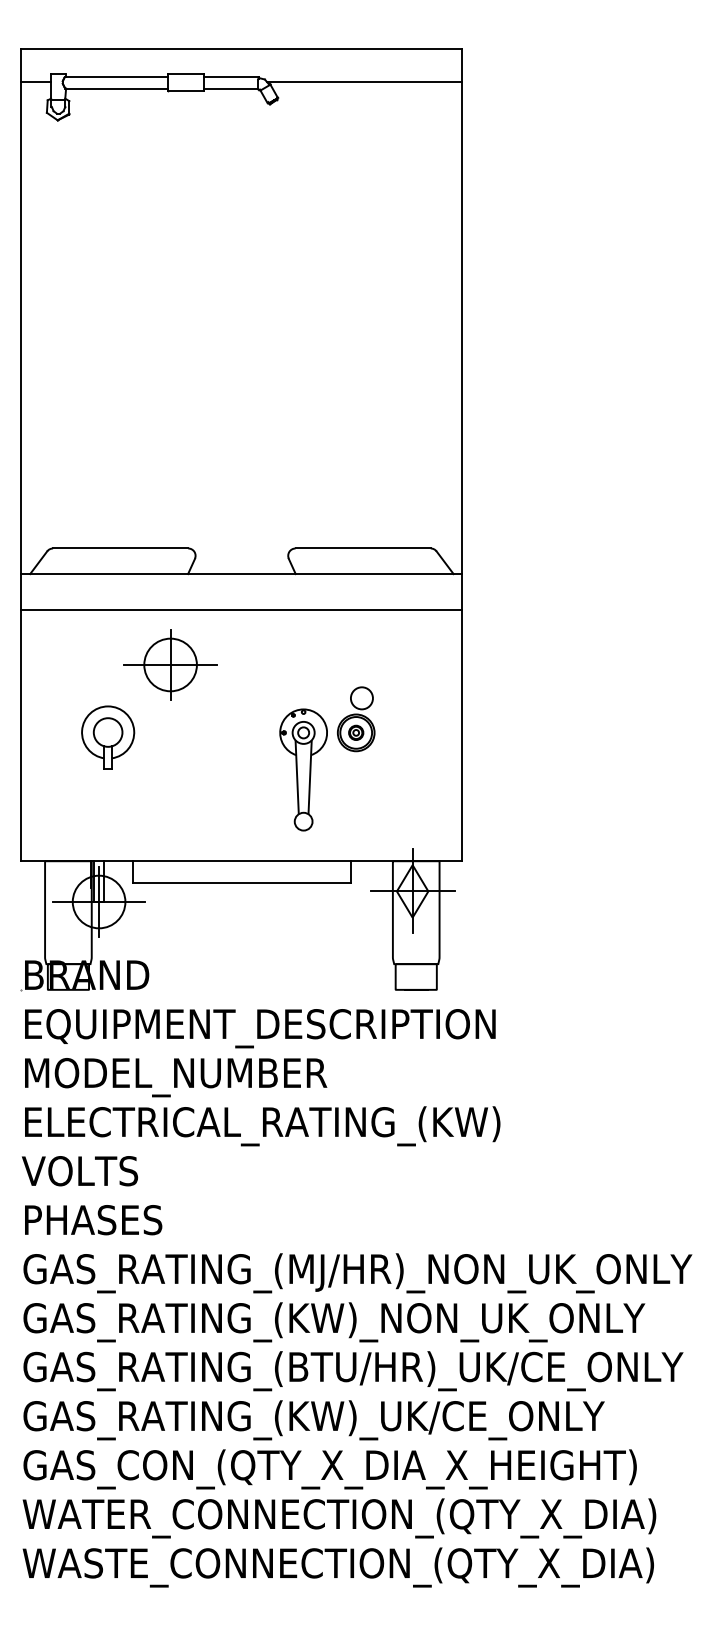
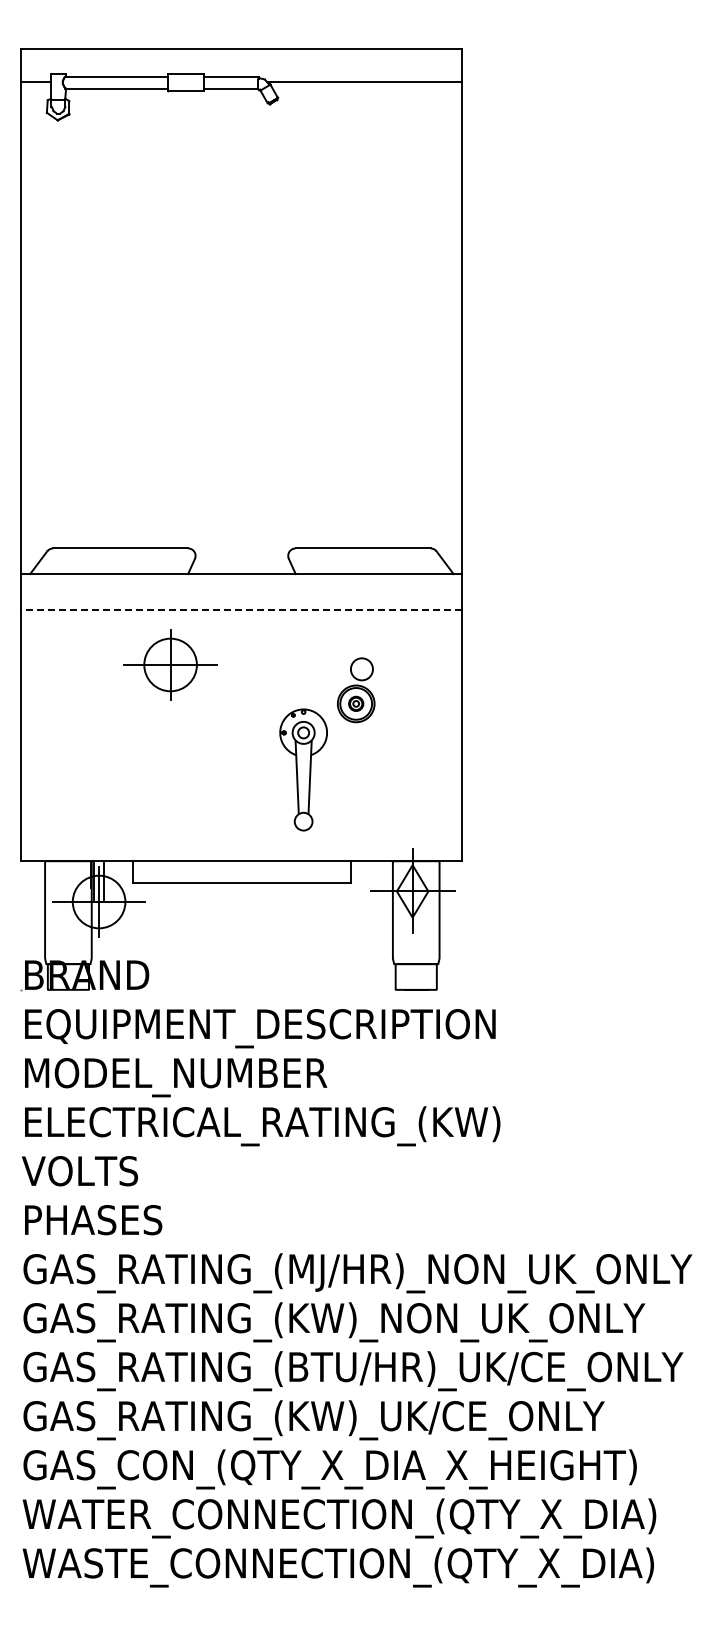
line at (241, 610): solid -> dashed
part at (356, 719) position: (356, 719) -> (356, 690)
part at (108, 737): present -> none
